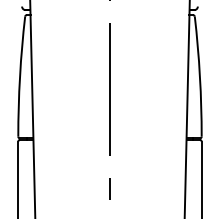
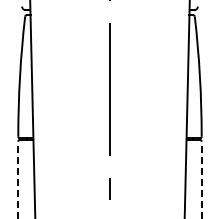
line at (18, 179): solid -> dashed
line at (201, 179): solid -> dashed
